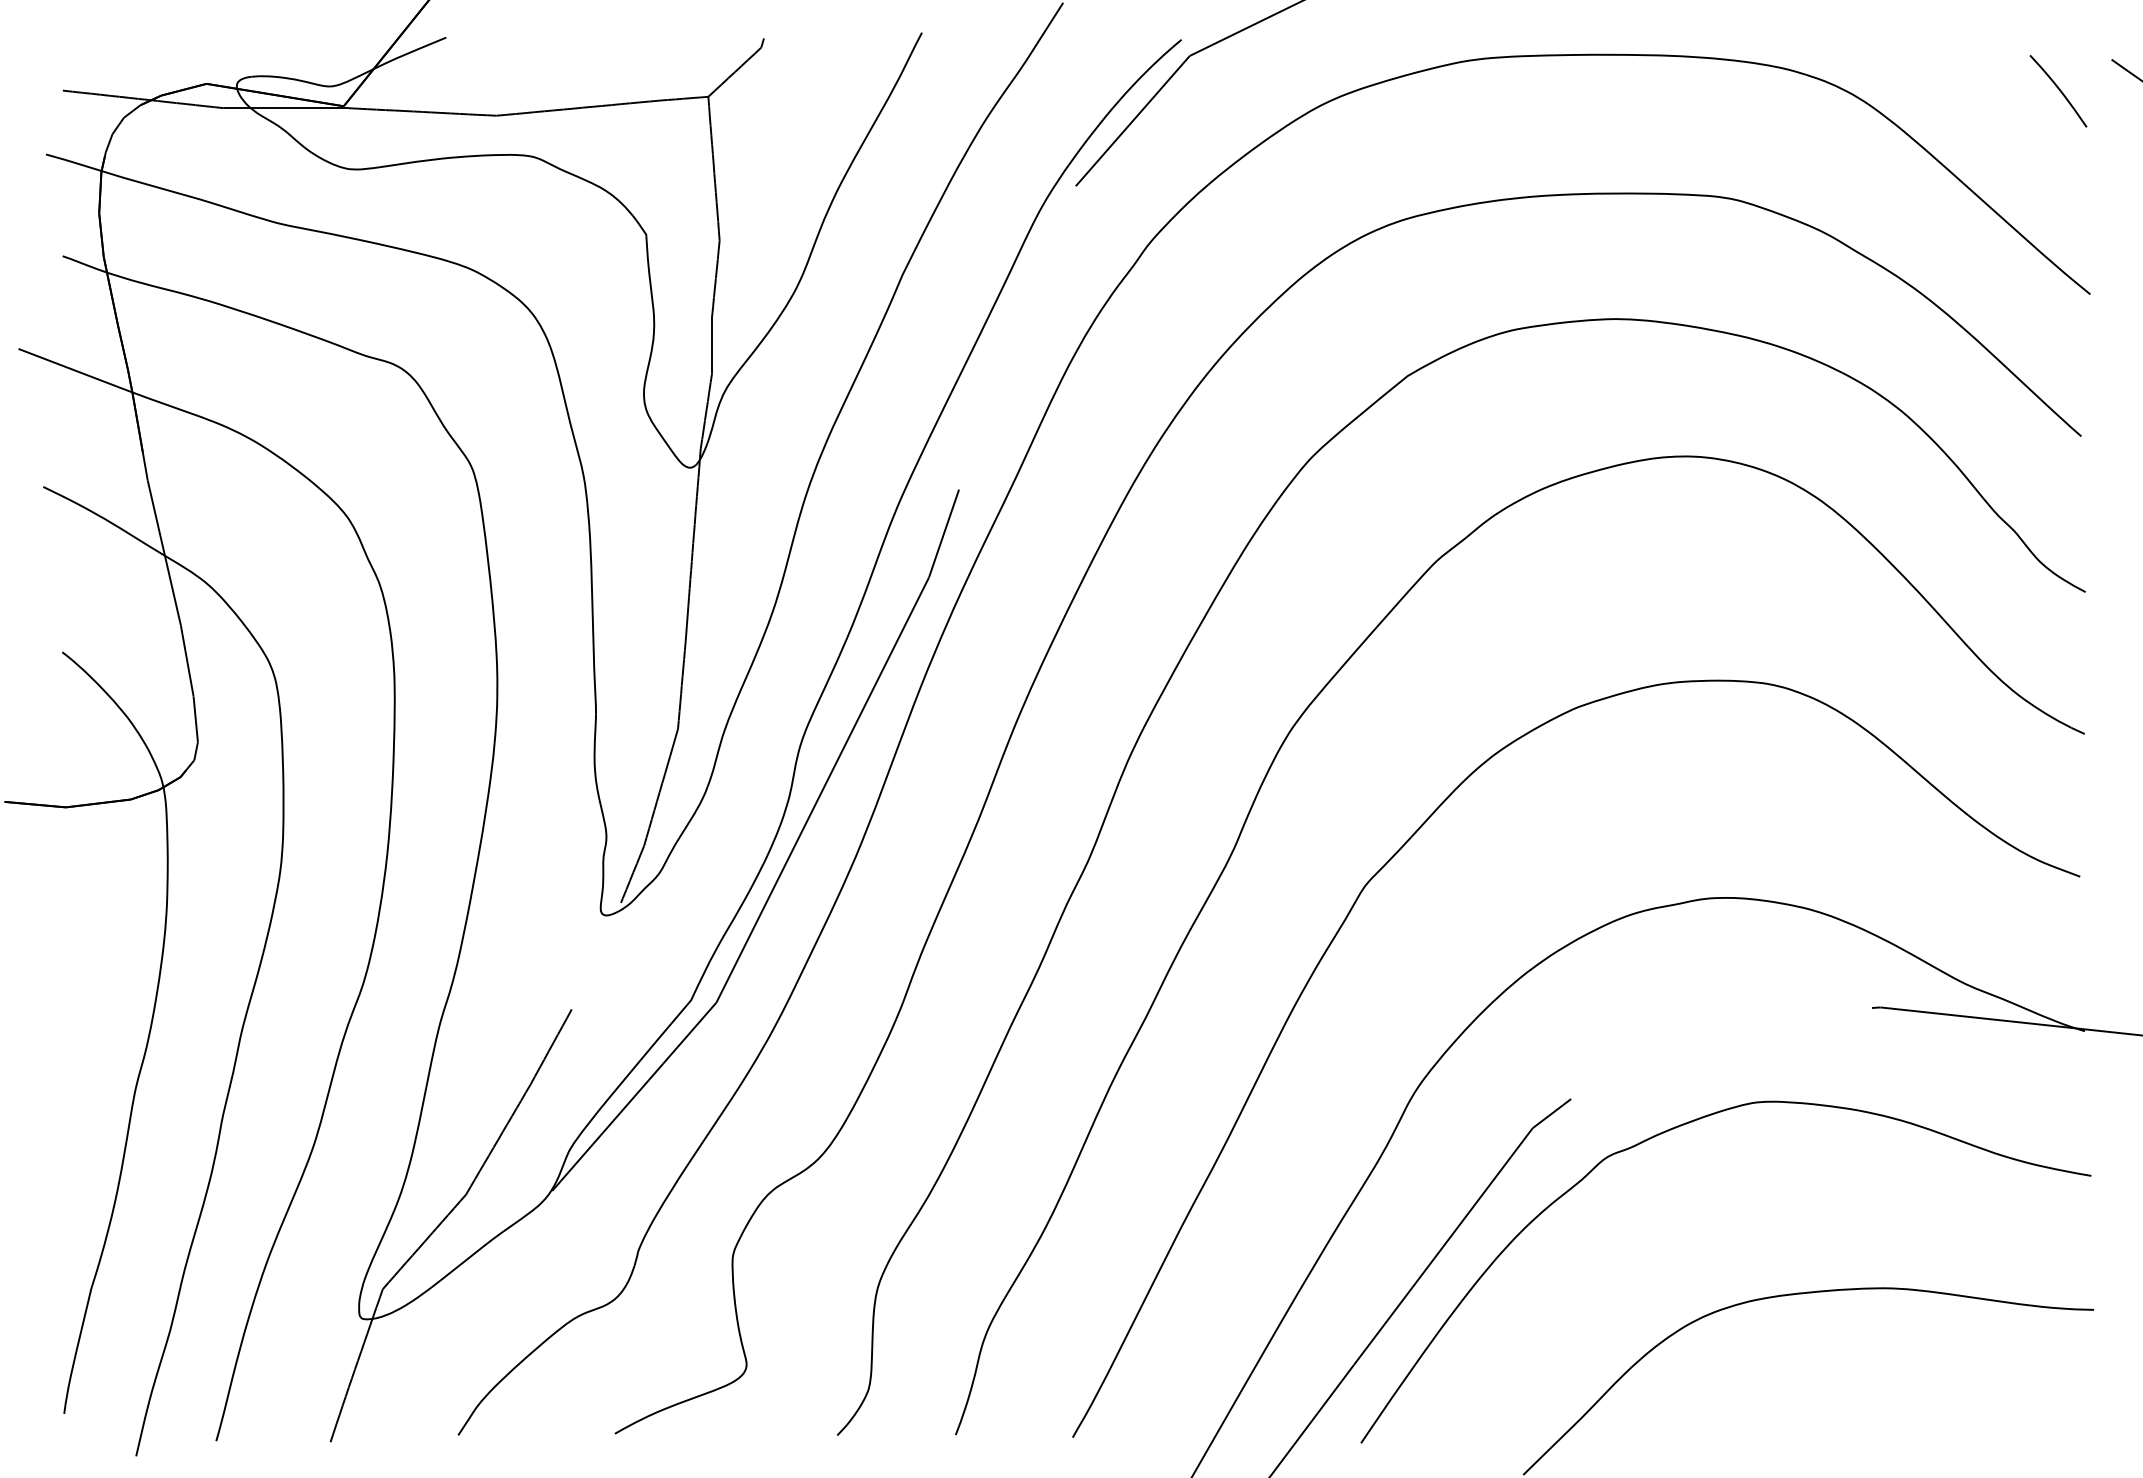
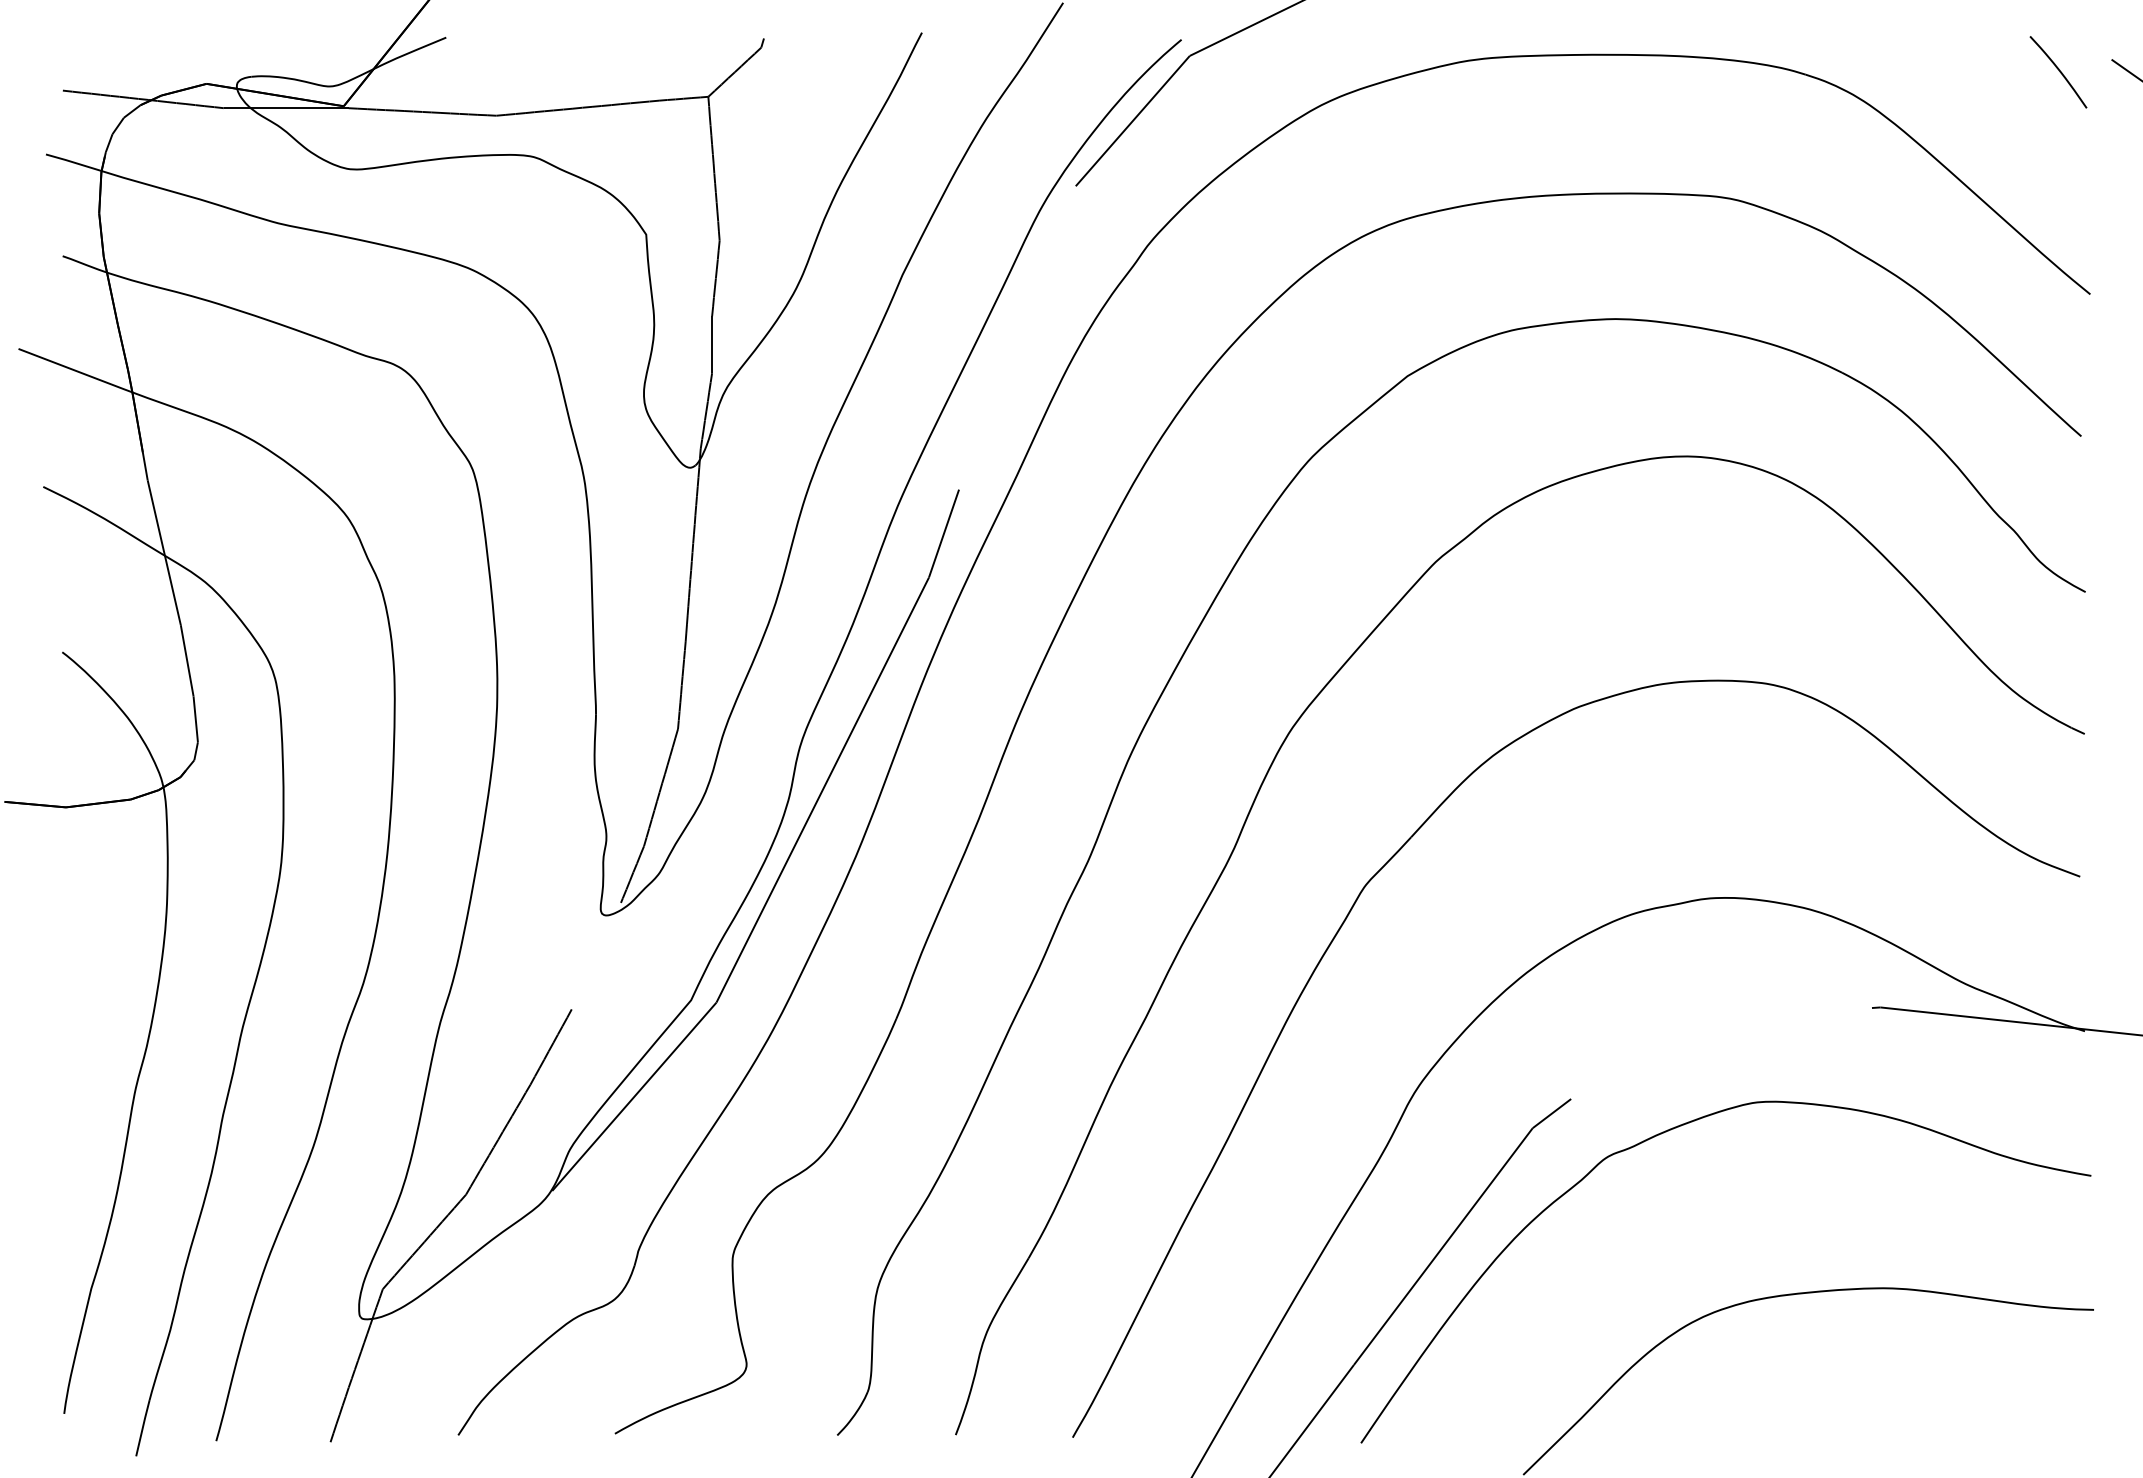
curve at (2059, 91) position: (2059, 91) -> (2059, 72)
